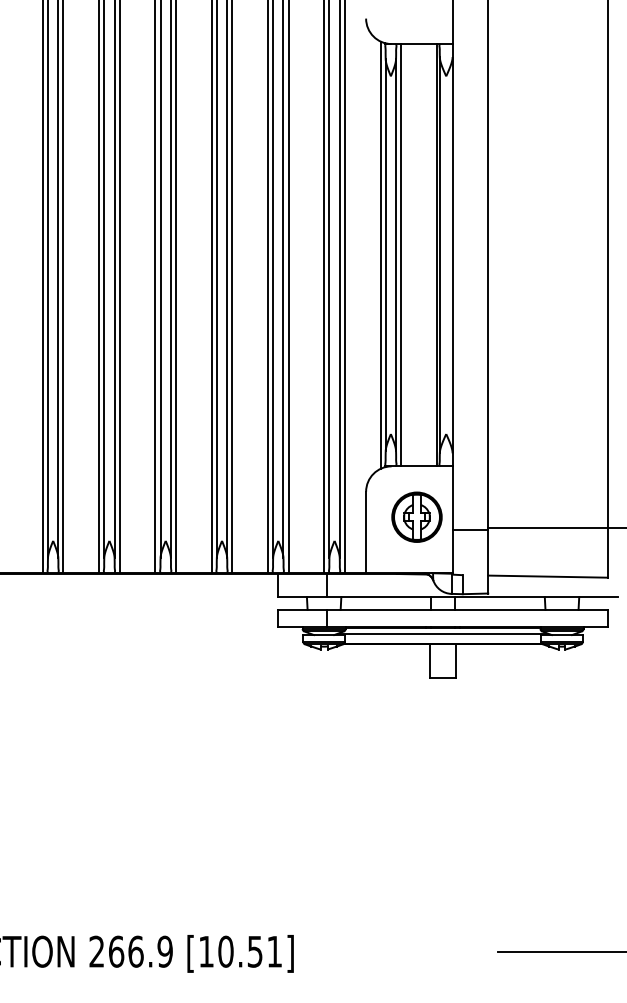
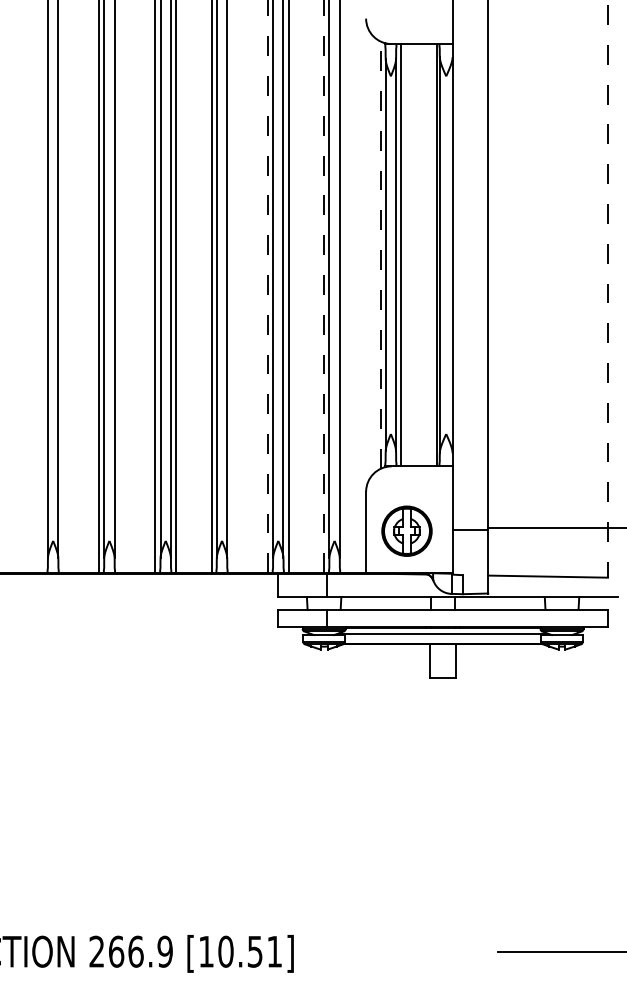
line at (380, 255): solid -> dashed
line at (268, 286): solid -> dashed
line at (324, 286): solid -> dashed
line at (42, 287): present -> none
line at (63, 287): present -> none
line at (119, 287): present -> none
line at (232, 287): present -> none
line at (344, 287): present -> none
line at (607, 288): solid -> dashed
part at (416, 516) position: (416, 516) -> (406, 530)
